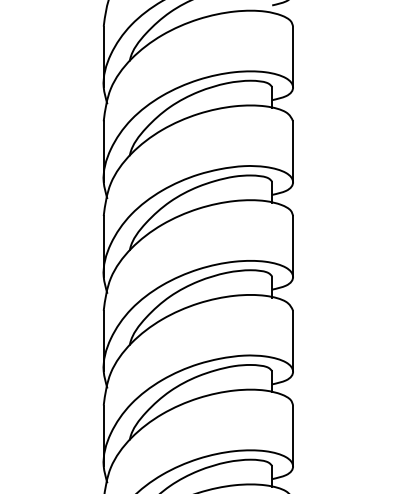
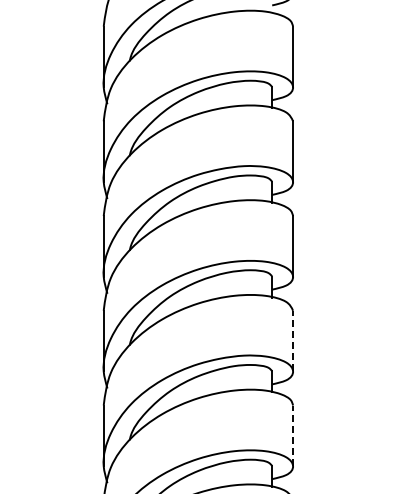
line at (293, 340): solid -> dashed
line at (293, 435): solid -> dashed
